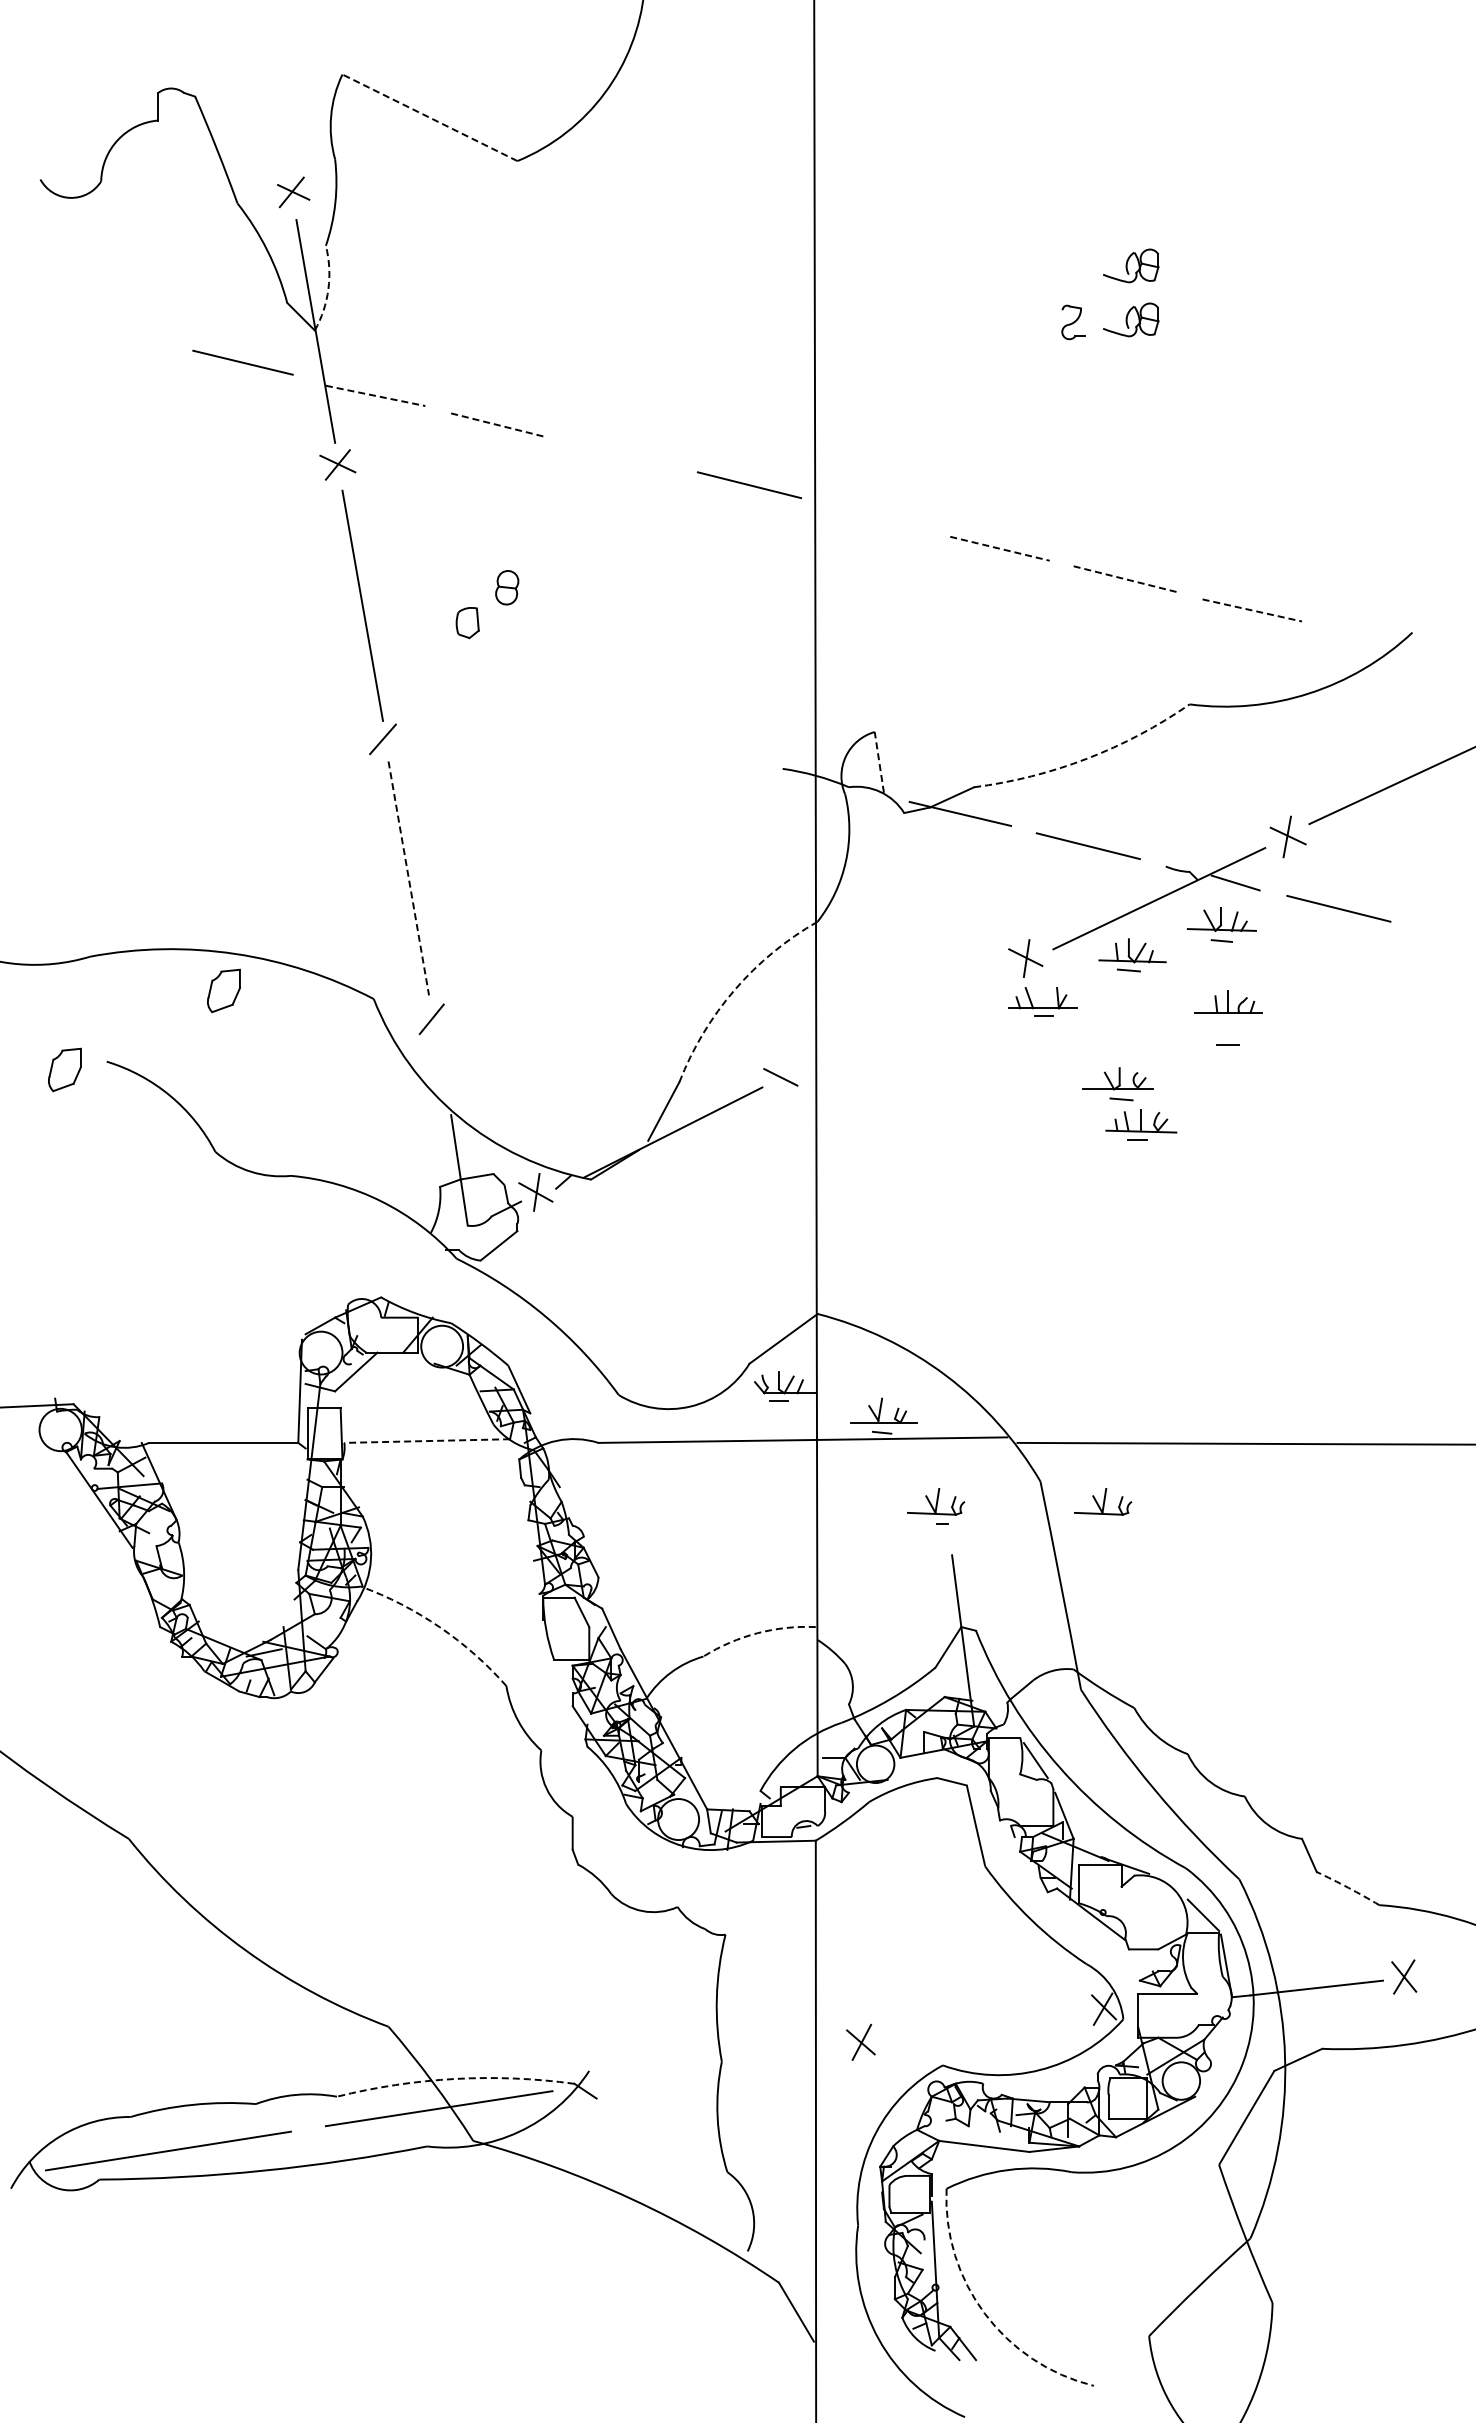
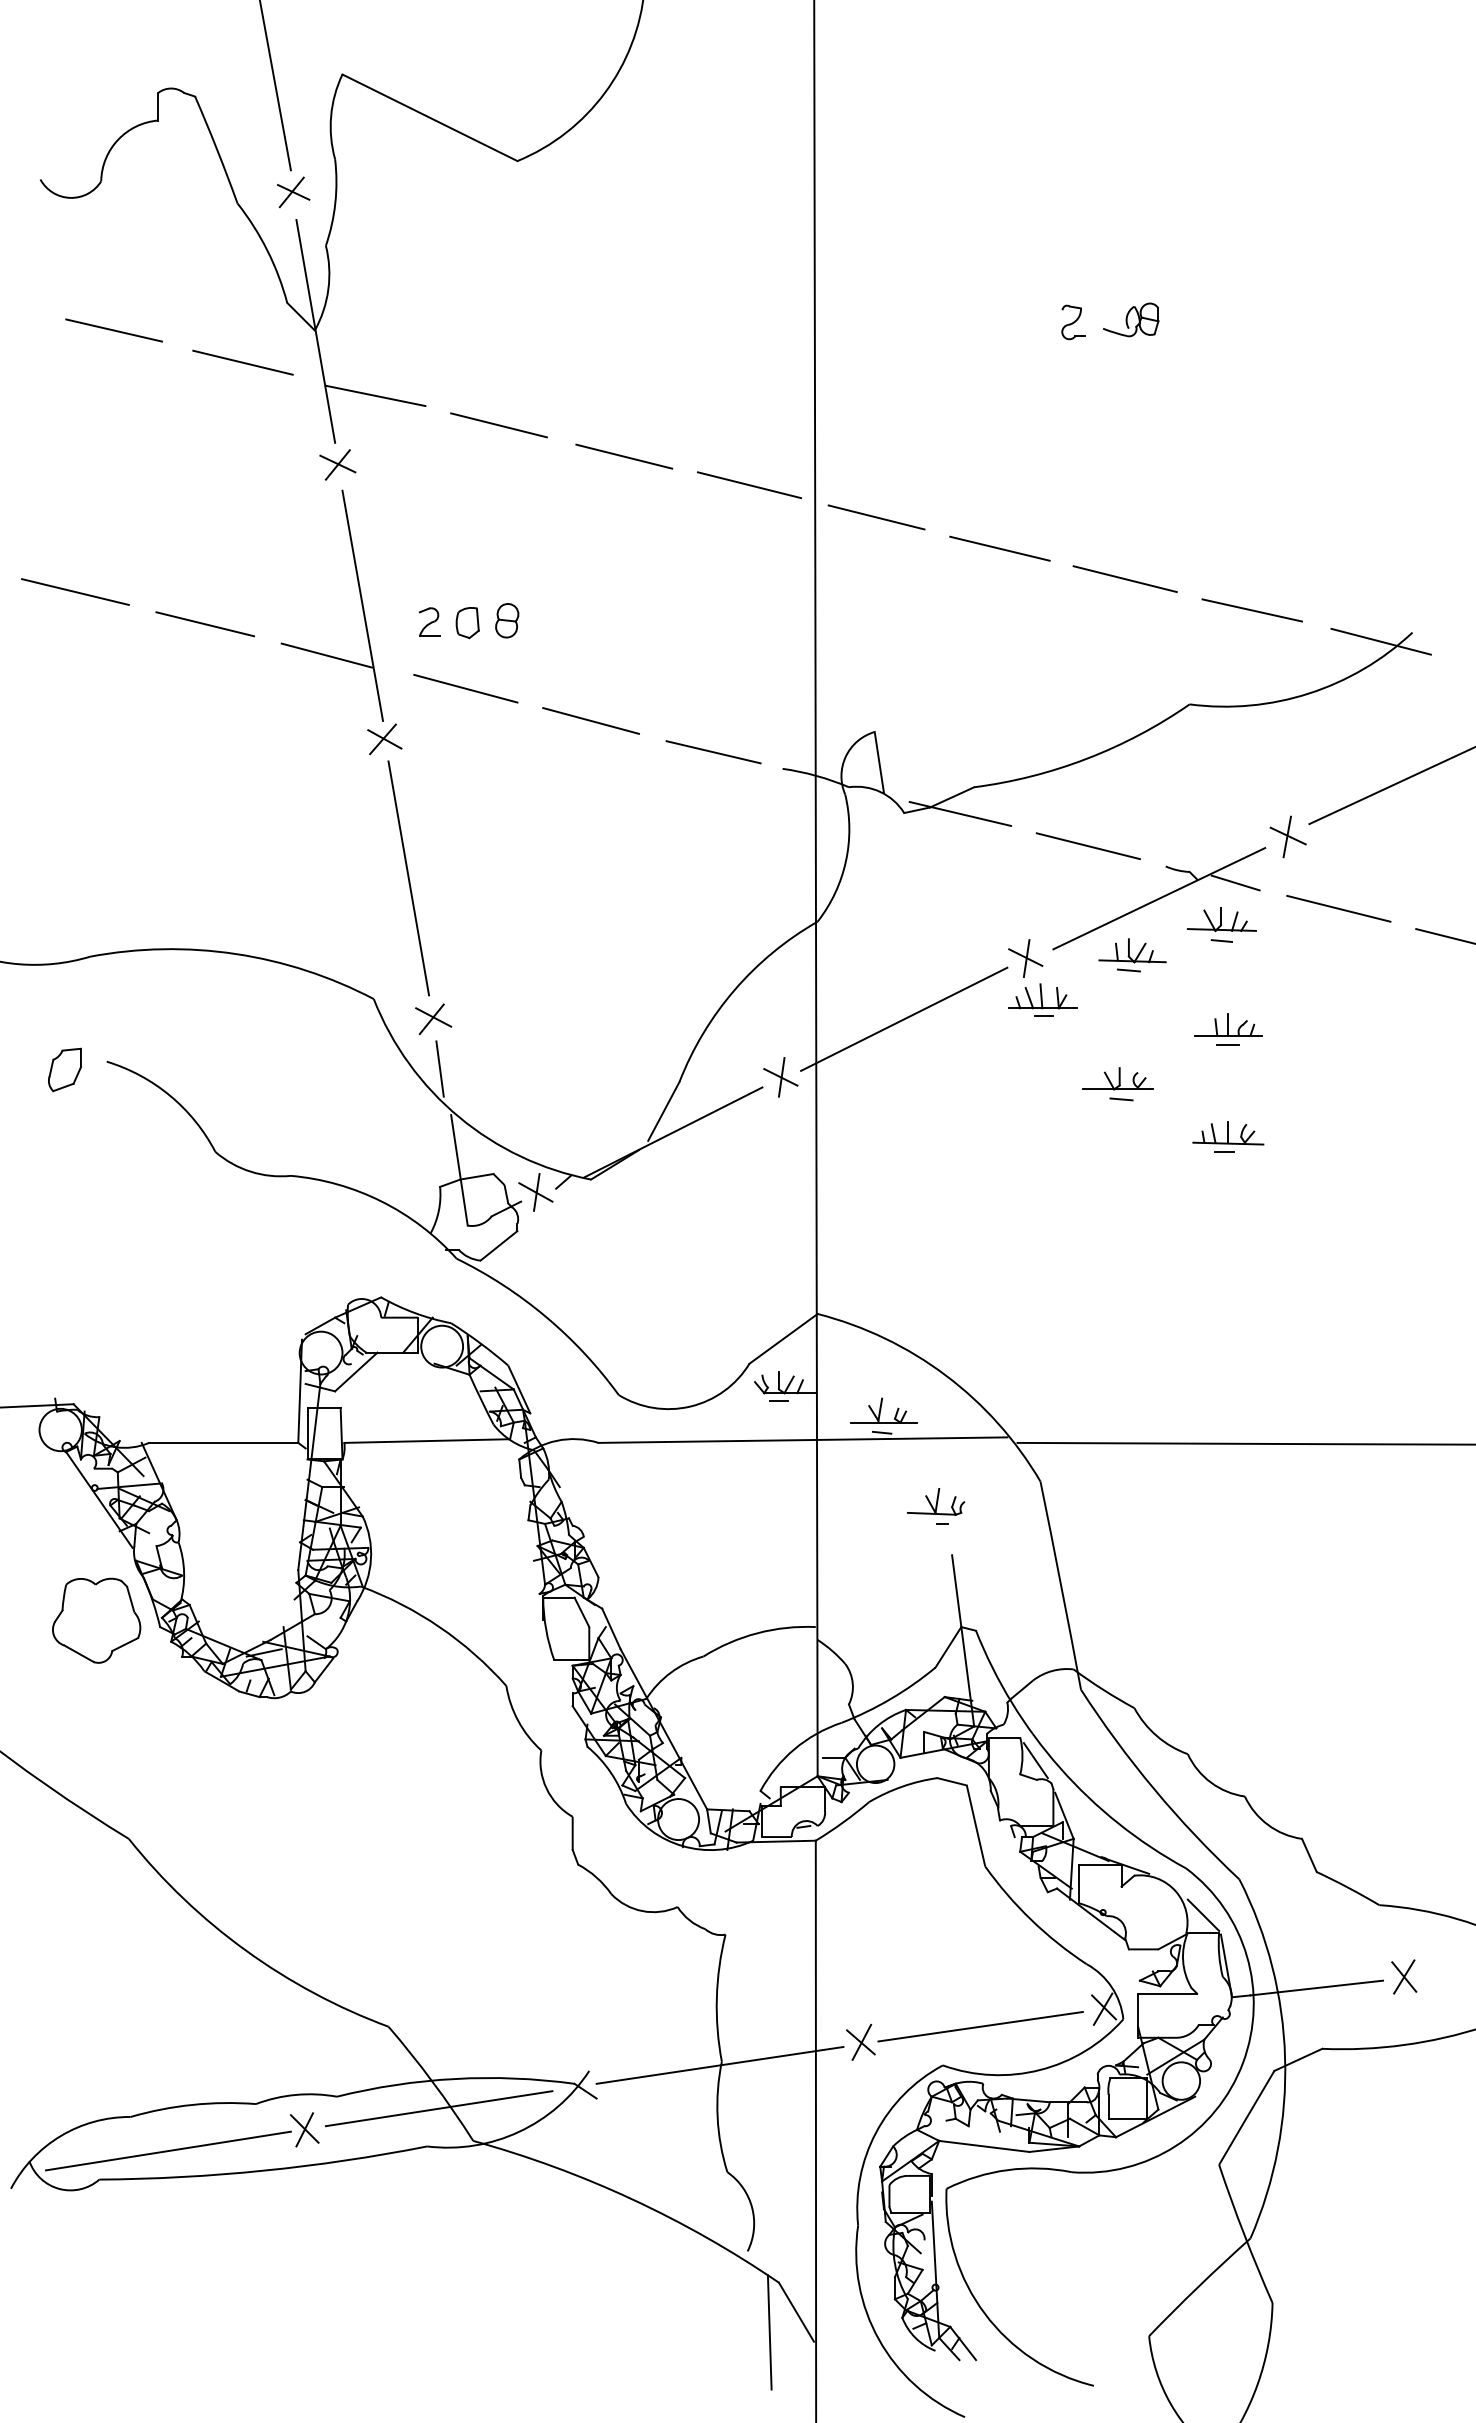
line at (275, 86): none -> present
line at (429, 117): dashed -> solid
part at (1131, 265): present -> none
arc at (328, 289): dashed -> solid
line at (114, 330): none -> present
line at (375, 395): dashed -> solid
line at (499, 425): dashed -> solid
line at (624, 456): none -> present
line at (876, 517): none -> present
line at (1000, 548): dashed -> solid
line at (1125, 579): dashed -> solid
part at (507, 587) position: (507, 587) -> (507, 620)
line at (75, 591): none -> present
line at (1252, 610): dashed -> solid
part at (429, 621): none -> present
line at (205, 624): none -> present
line at (1380, 641): none -> present
line at (326, 655): none -> present
line at (465, 688): none -> present
line at (591, 720): none -> present
line at (384, 739): none -> present
line at (713, 752): none -> present
arc at (1086, 758): dashed -> solid
line at (879, 762): dashed -> solid
line at (408, 878): dashed -> solid
line at (1444, 936): none -> present
arc at (734, 989): dashed -> solid
part at (223, 990): present -> none
line at (1041, 996): none -> present
part at (1228, 1001) position: (1228, 1001) -> (1228, 1024)
line at (433, 1017): none -> present
line at (904, 1018): none -> present
line at (439, 1068): none -> present
line at (781, 1077): none -> present
part at (1141, 1124) position: (1141, 1124) -> (1228, 1136)
line at (427, 1441): dashed -> solid
part at (1103, 1501): present -> none
part at (96, 1620): none -> present
arc at (439, 1627): dashed -> solid
arc at (757, 1633): dashed -> solid
arc at (1348, 1887): dashed -> solid
line at (980, 2026): none -> present
line at (719, 2064): none -> present
arc at (455, 2078): dashed -> solid
part at (304, 2129): none -> present
arc at (984, 2313): dashed -> solid
line at (769, 2332): none -> present
